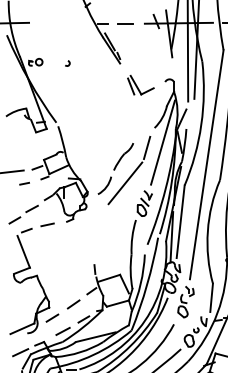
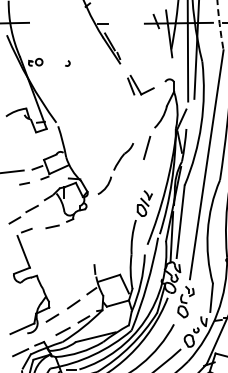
line at (125, 23): present -> none
arc at (219, 25): solid -> dashed
line at (162, 142): present -> none
line at (125, 183): present -> none
line at (47, 224) position: (47, 224) -> (52, 226)
